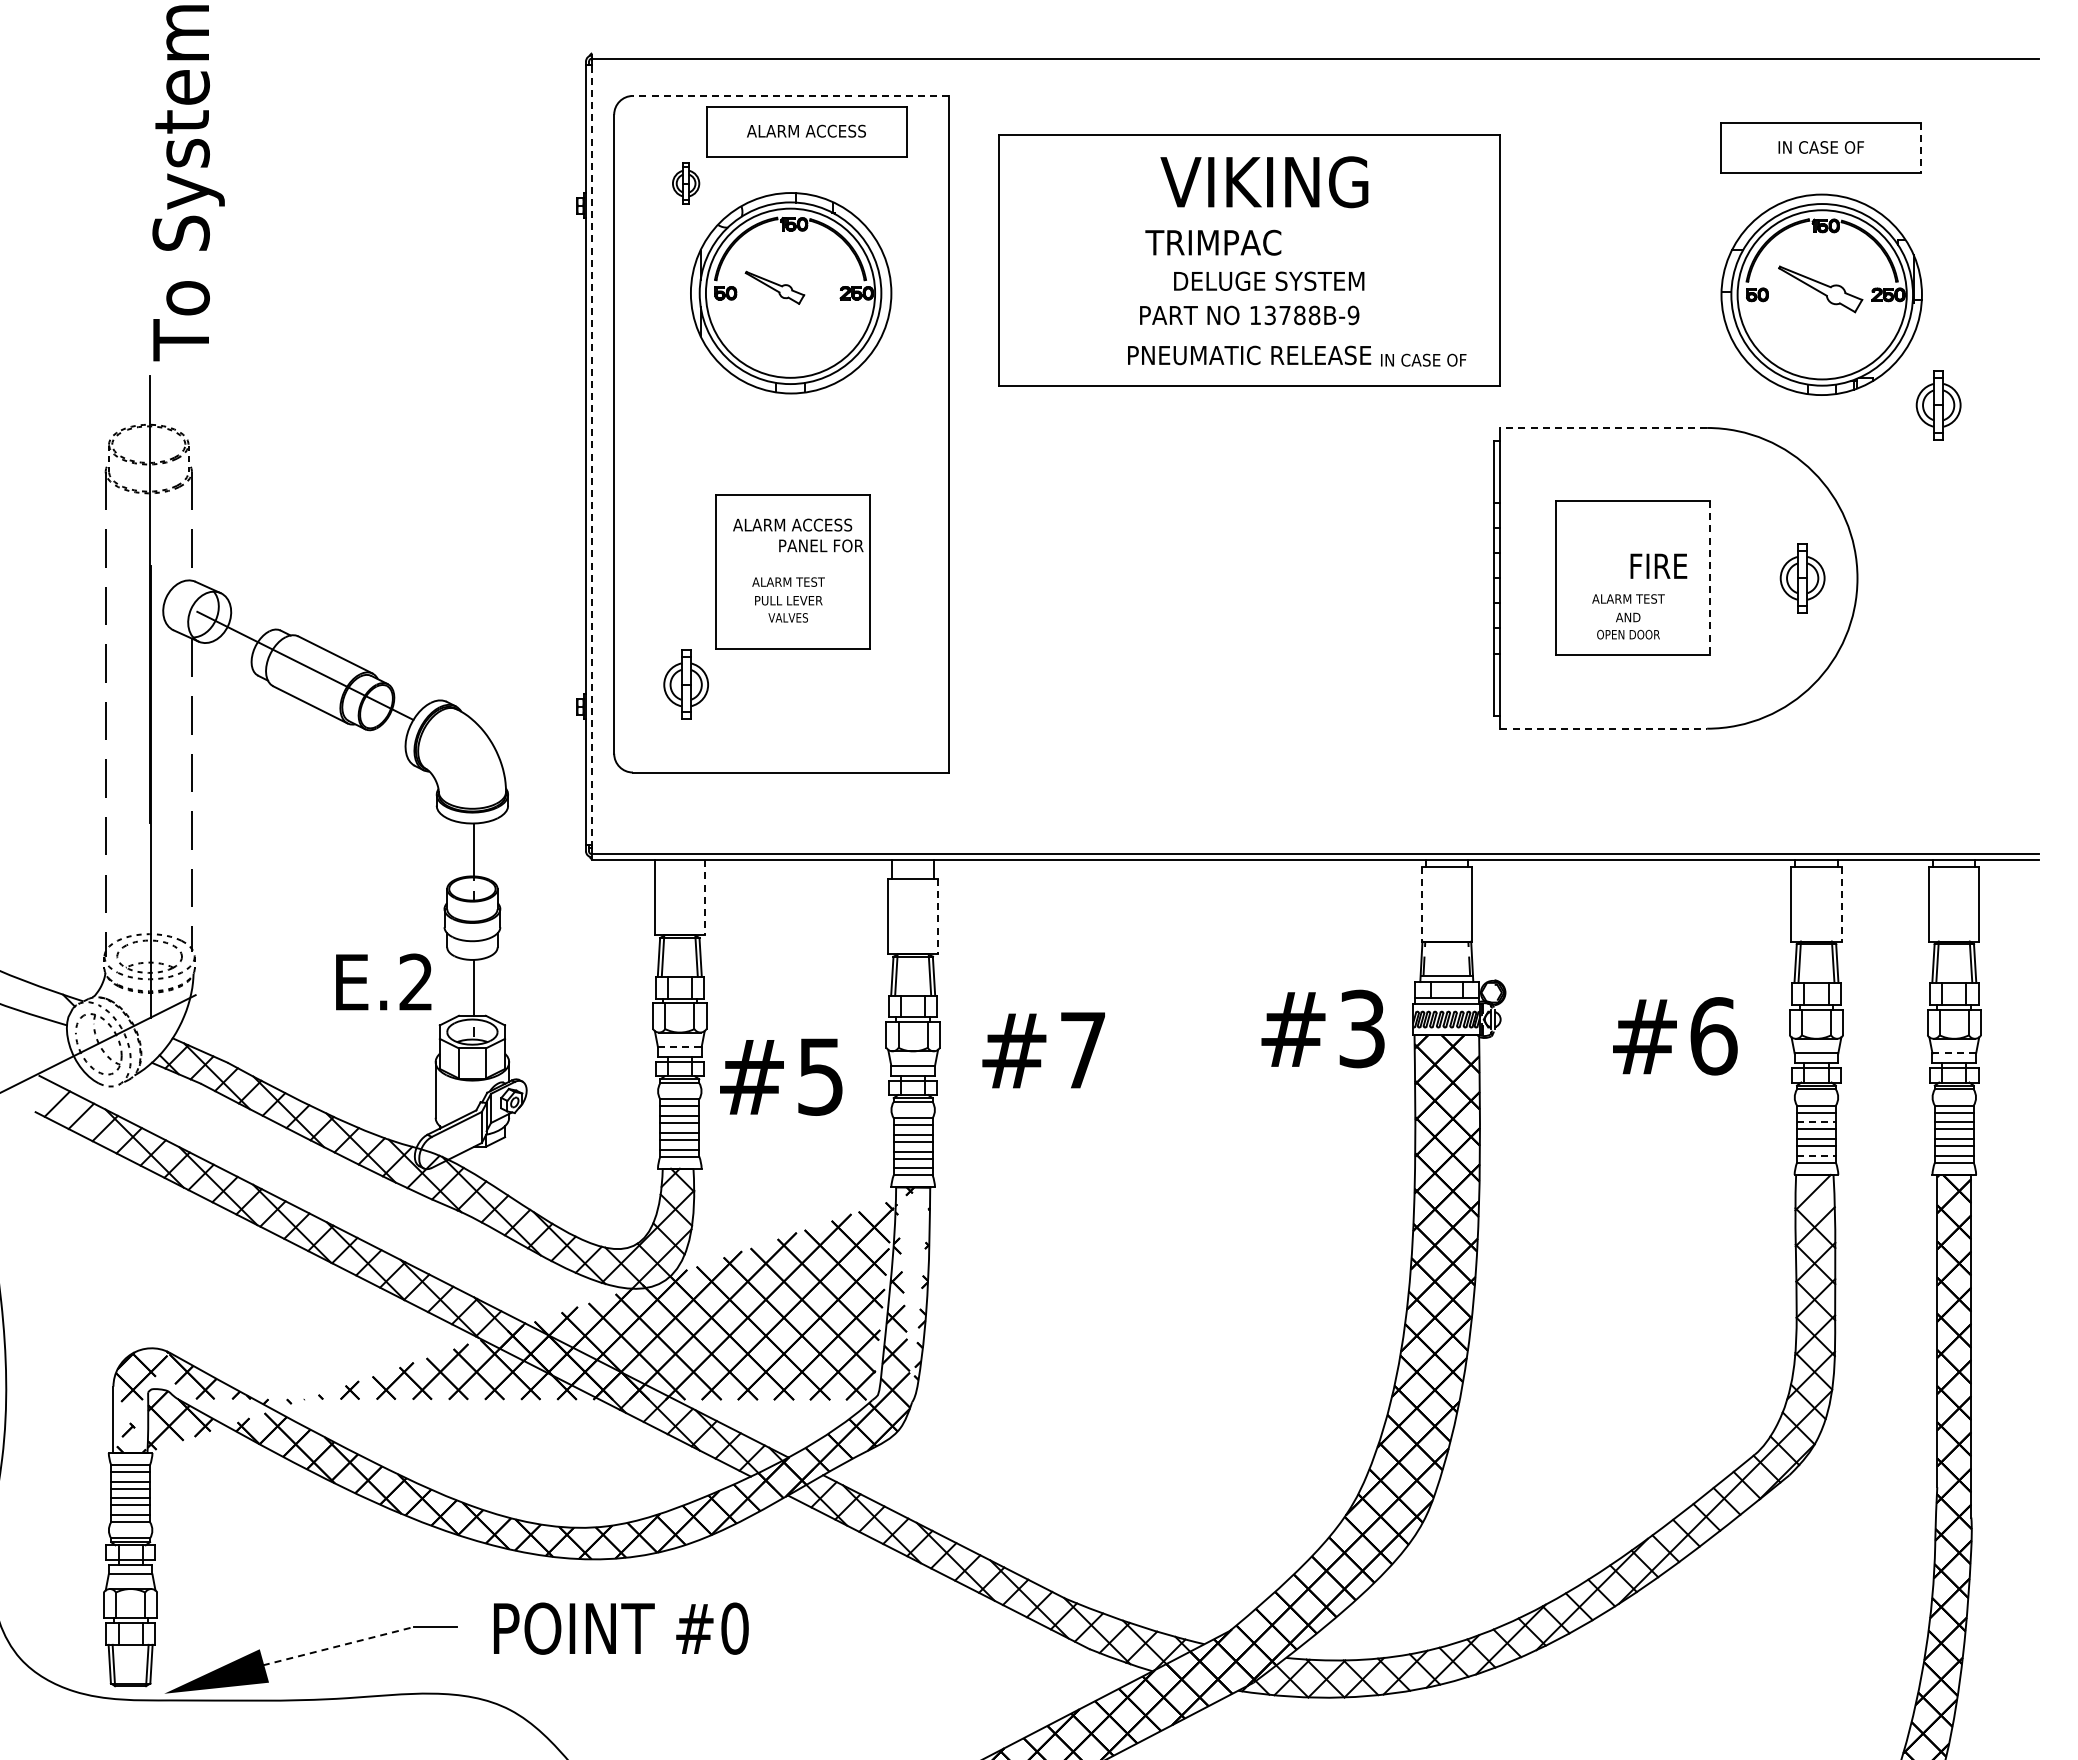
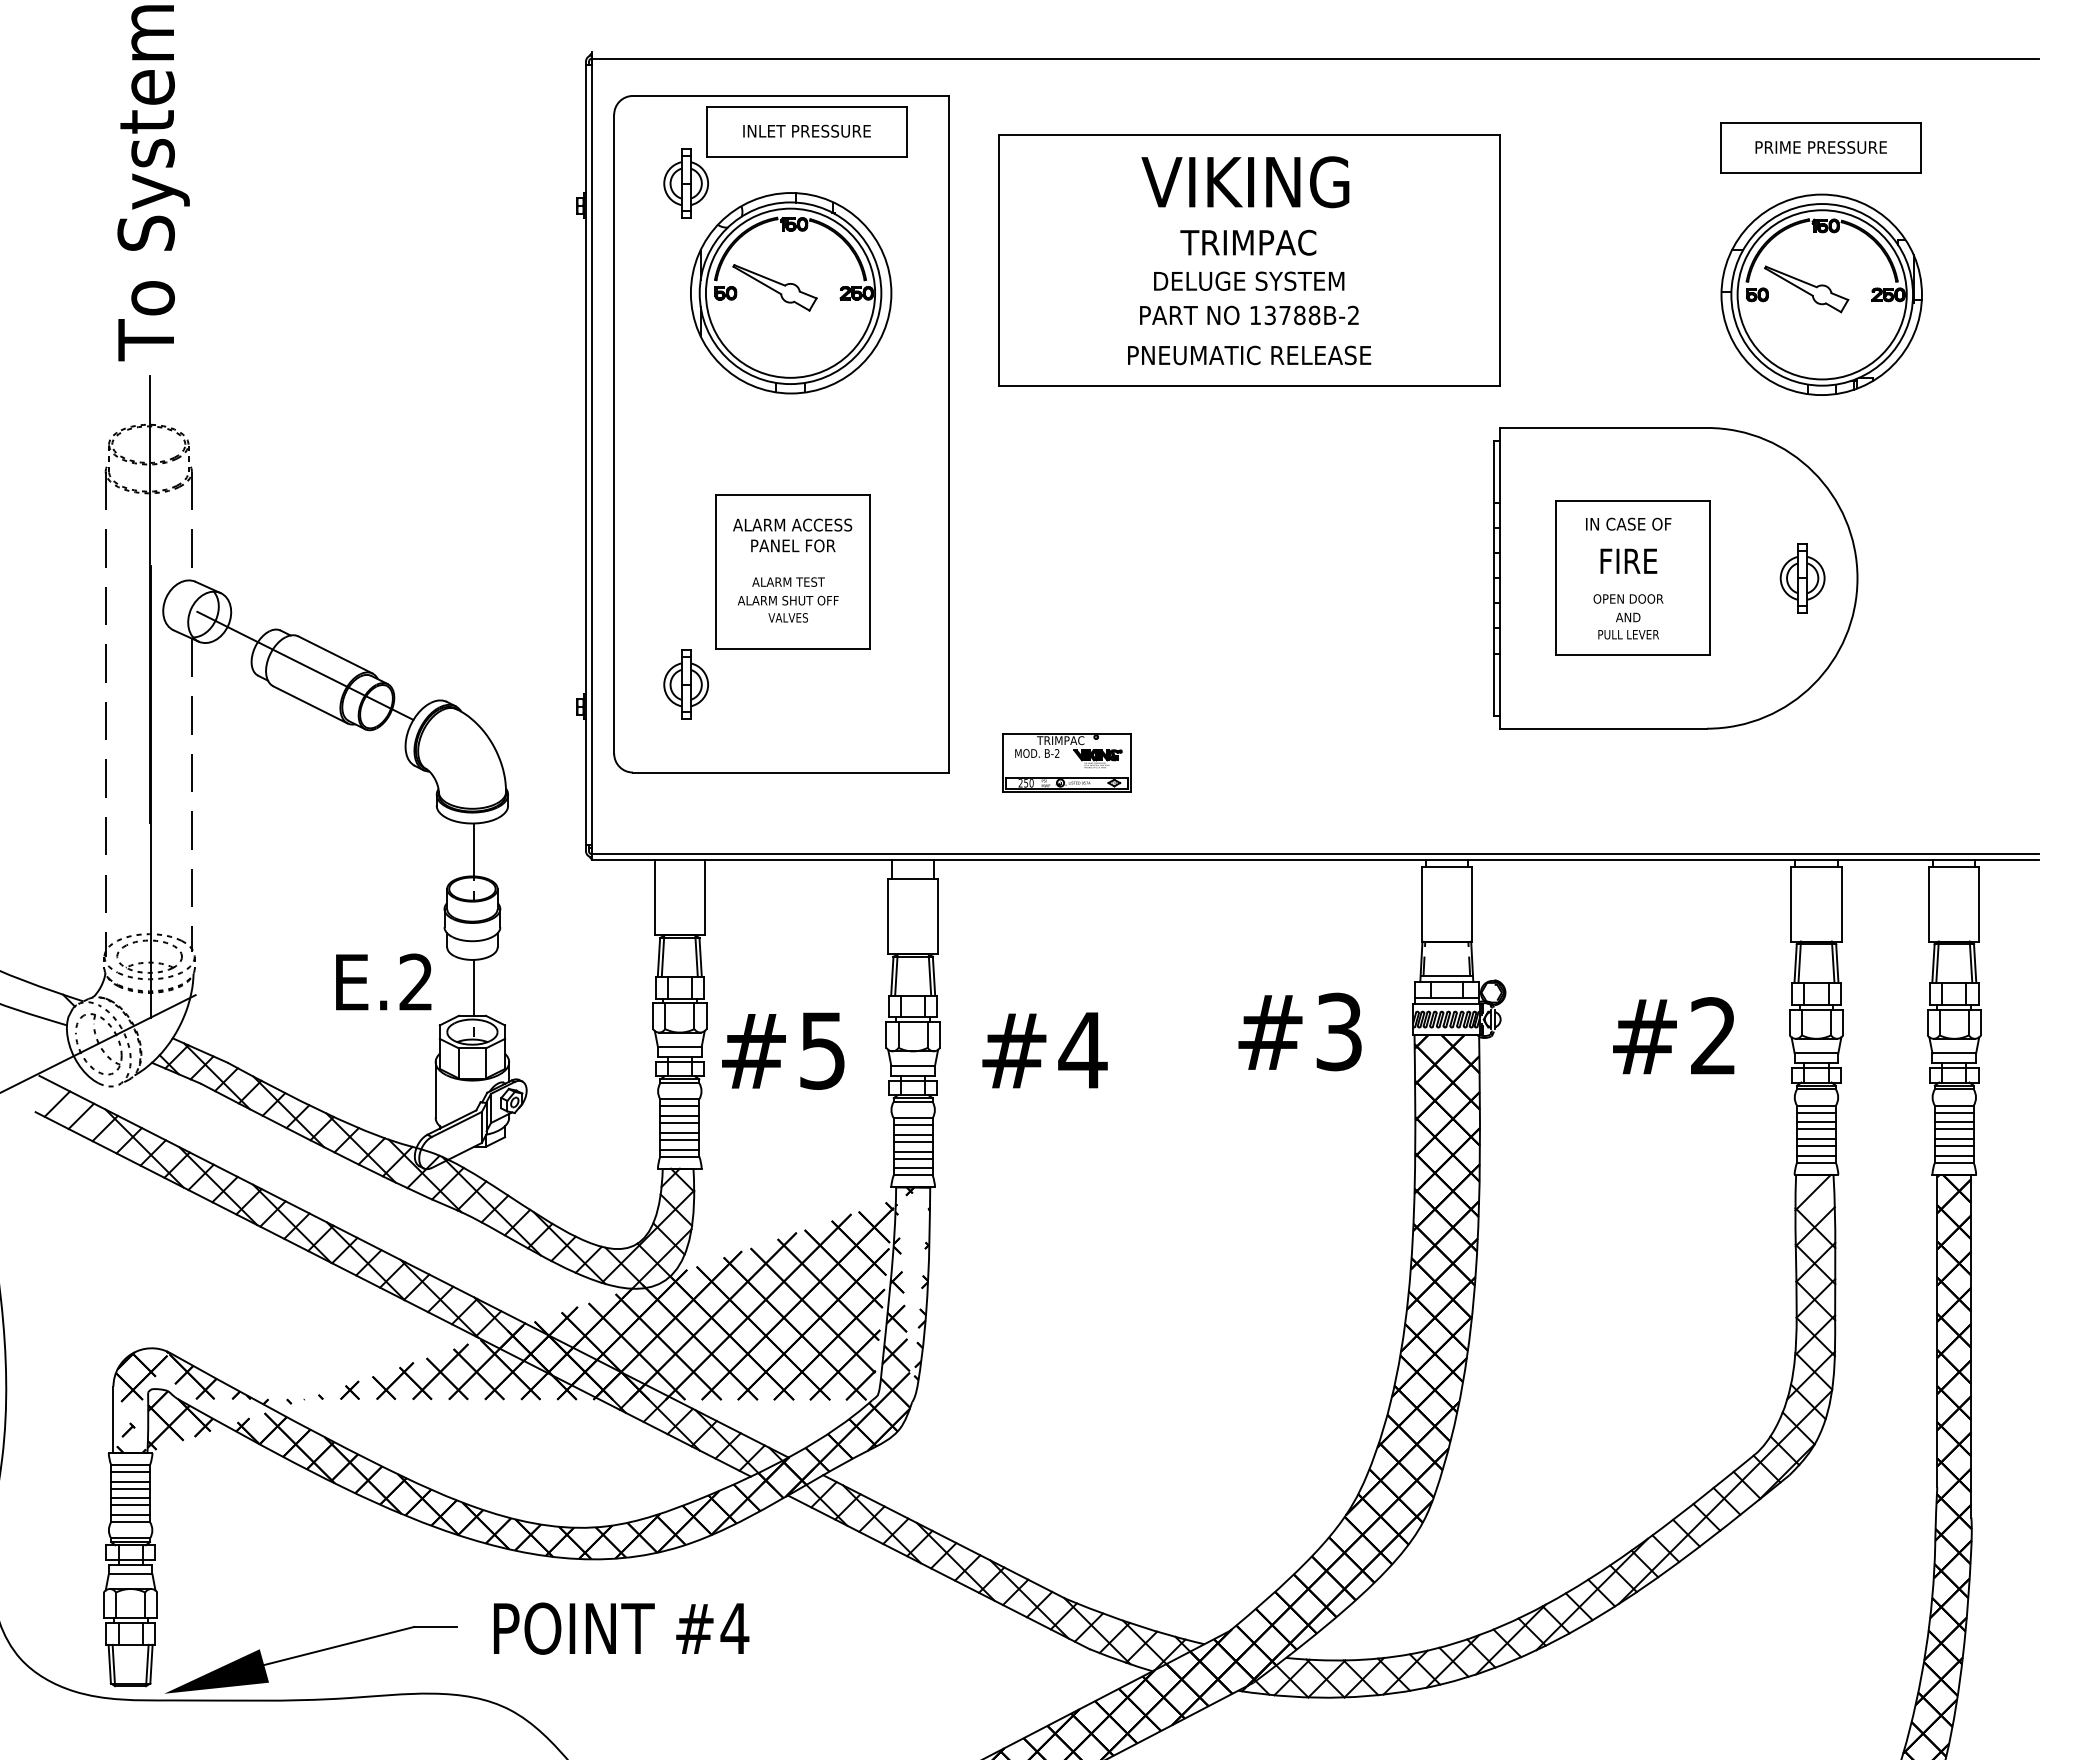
line at (790, 95): dashed -> solid
text at (806, 130): ALARM ACCESS -> INLET PRESSURE
text at (1820, 147): IN CASE OF -> PRIME PRESSURE
line at (1921, 148): dashed -> solid
text at (1264, 182) position: (1264, 182) -> (1245, 182)
text at (188, 183) position: (188, 183) -> (153, 183)
part at (686, 183) size: 29x43 px -> 46x71 px
text at (1213, 242) position: (1213, 242) -> (1248, 242)
text at (1269, 280) position: (1269, 280) -> (1249, 280)
part at (774, 287) size: 62x35 px -> 86x48 px
part at (1820, 289) position: (1820, 289) -> (1806, 289)
text at (1353, 315): 13788B-9 -> 13788B-2
text at (1423, 359) position: (1423, 359) -> (1628, 523)
part at (1938, 405): present -> none
line at (1603, 427): dashed -> solid
line at (592, 456): dashed -> solid
text at (821, 545) position: (821, 545) -> (793, 545)
text at (1658, 565) position: (1658, 565) -> (1628, 560)
line at (1709, 578): dashed -> solid
text at (1628, 598): ALARM TEST -> OPEN DOOR
text at (787, 600): PULL LEVER -> ALARM SHUT OFF
text at (1628, 634): OPEN DOOR -> PULL LEVER
line at (1604, 728): dashed -> solid
part at (1066, 762): none -> present
line at (704, 897): dashed -> solid
line at (1421, 904): dashed -> solid
line at (1841, 904): dashed -> solid
line at (938, 916): dashed -> solid
text at (1322, 1028) position: (1322, 1028) -> (1299, 1031)
text at (1713, 1036): #6 -> #2
line at (679, 1047): dashed -> solid
text at (1082, 1050): #7 -> #4
line at (1954, 1053): dashed -> solid
text at (781, 1076) position: (781, 1076) -> (783, 1050)
line at (1816, 1122): dashed -> solid
line at (1816, 1155): dashed -> solid
text at (734, 1628): #0 -> #4
line at (338, 1646): dashed -> solid
